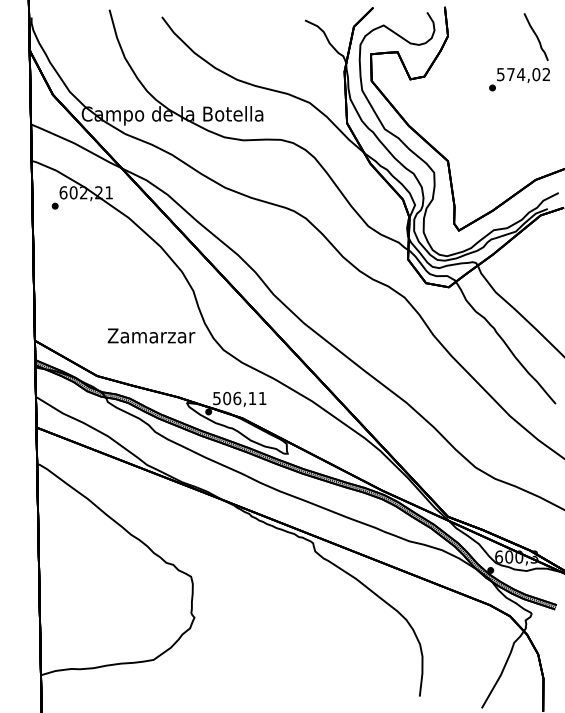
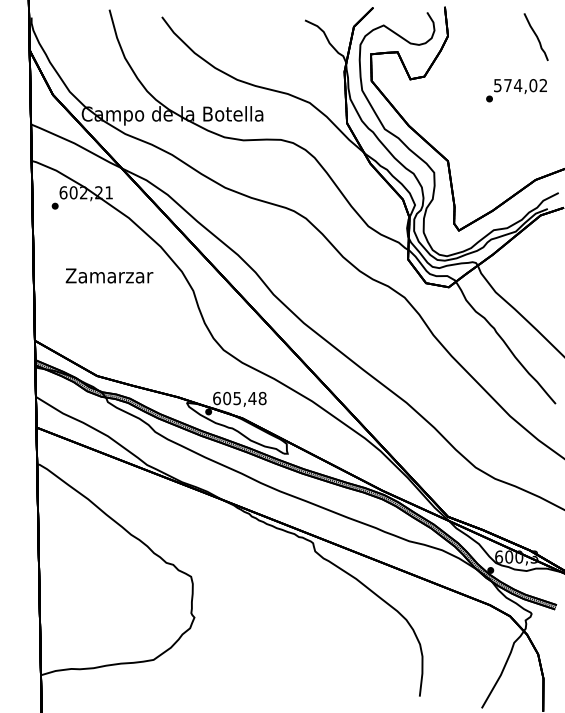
text at (519, 79) position: (519, 79) -> (516, 90)
text at (151, 335) position: (151, 335) -> (109, 275)
text at (239, 398): 506,11 -> 605,48
